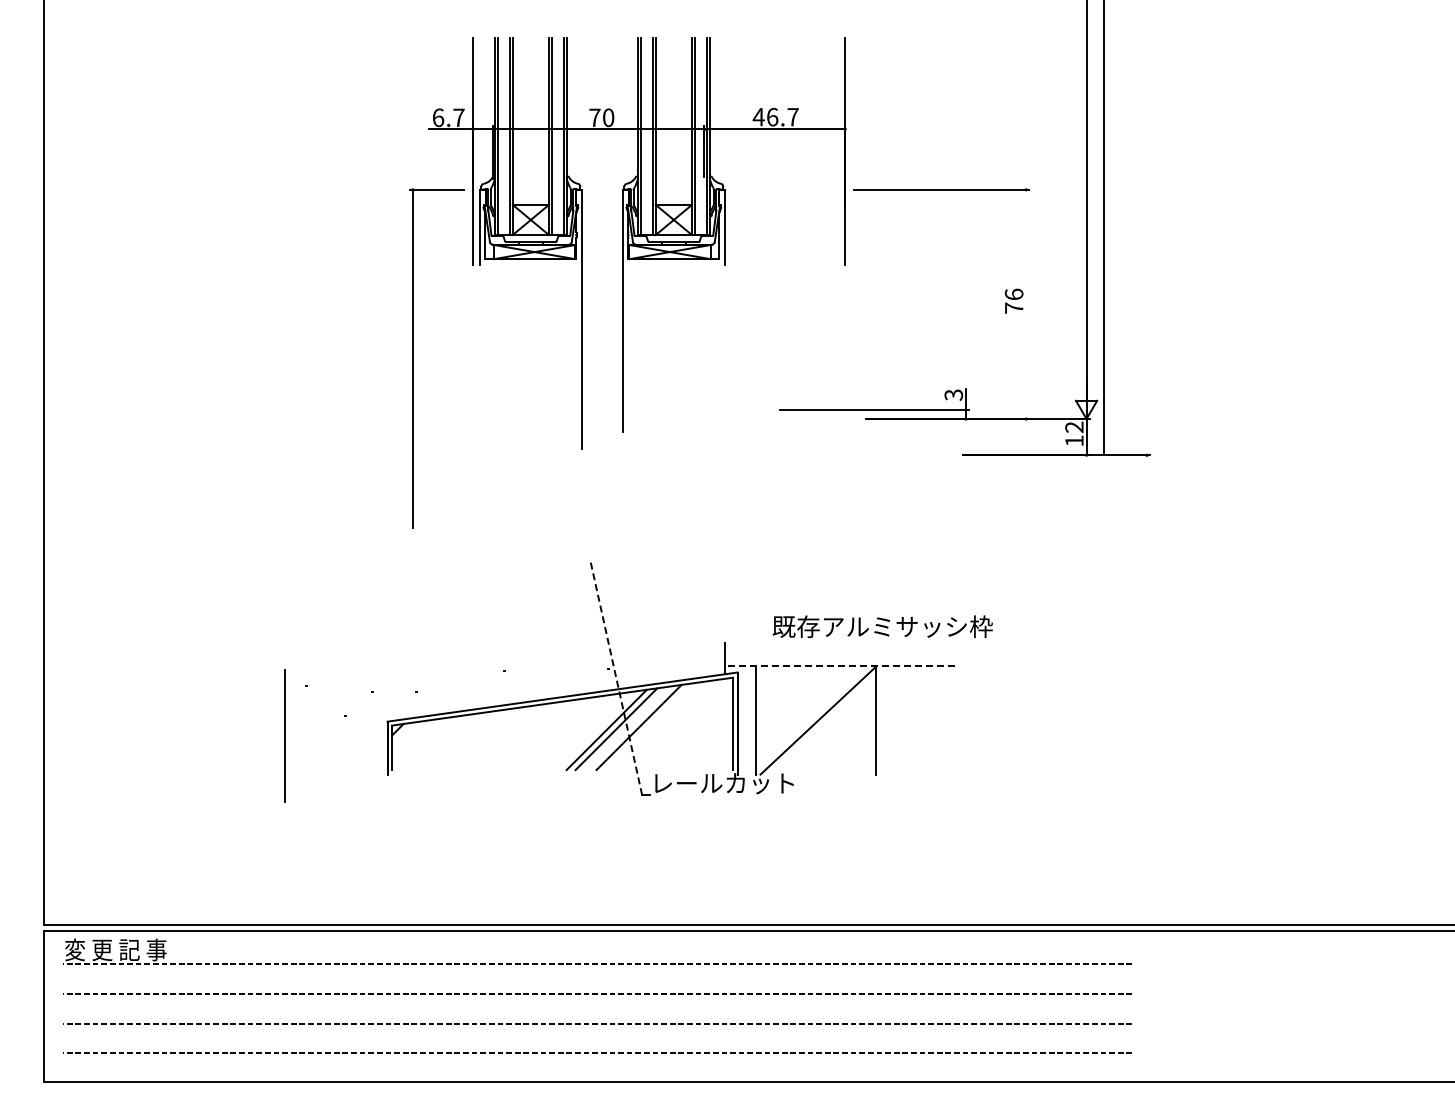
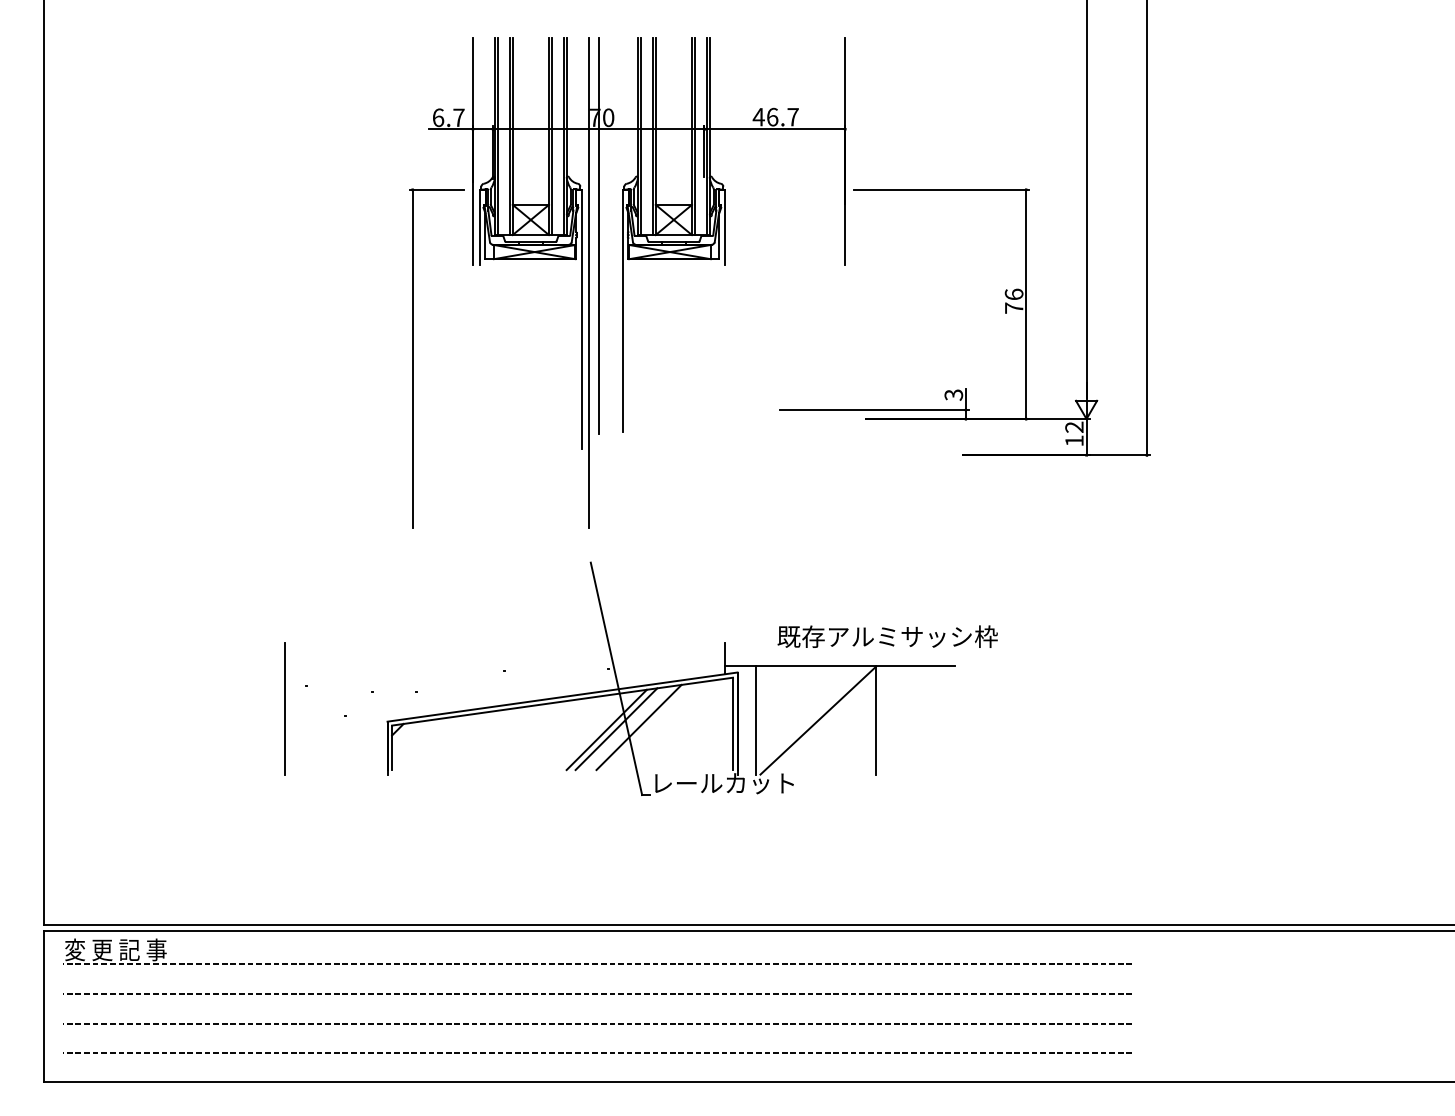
line at (1103, 228) position: (1103, 228) -> (1146, 228)
line at (599, 236): none -> present
line at (588, 282): none -> present
line at (1026, 304): none -> present
text at (882, 626) position: (882, 626) -> (887, 636)
line at (840, 666): dashed -> solid
line at (616, 679): dashed -> solid
line at (284, 735) position: (284, 735) -> (284, 708)
